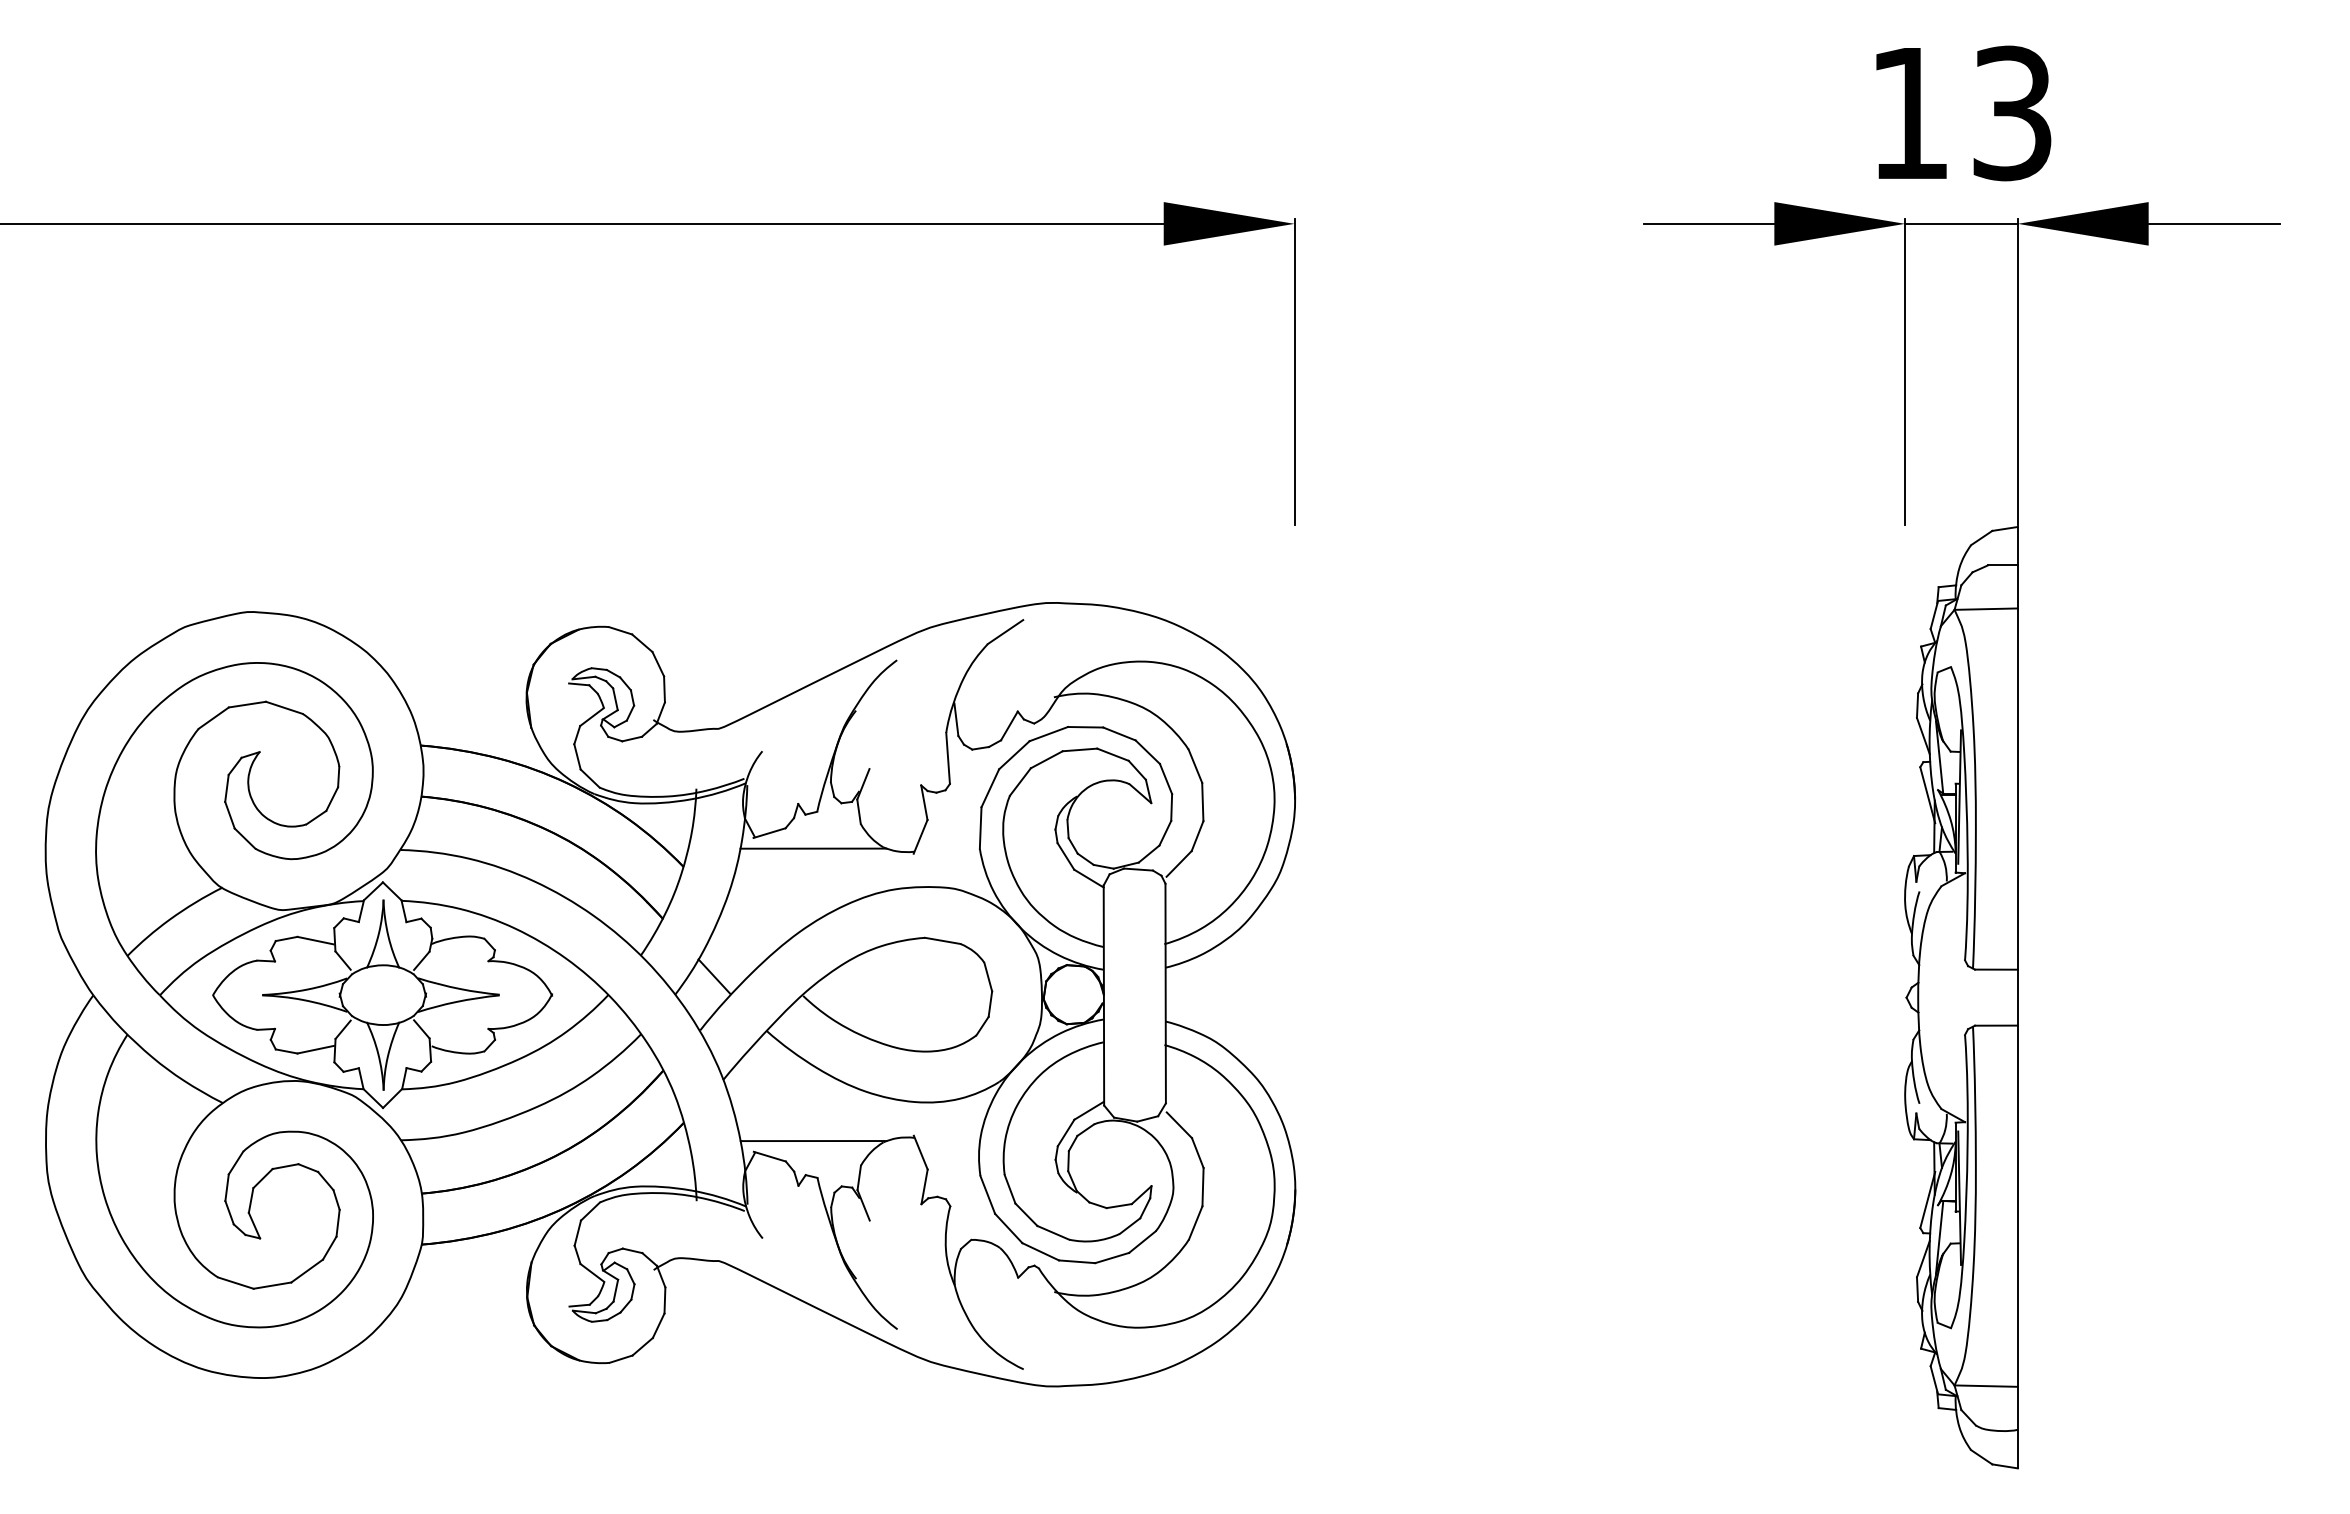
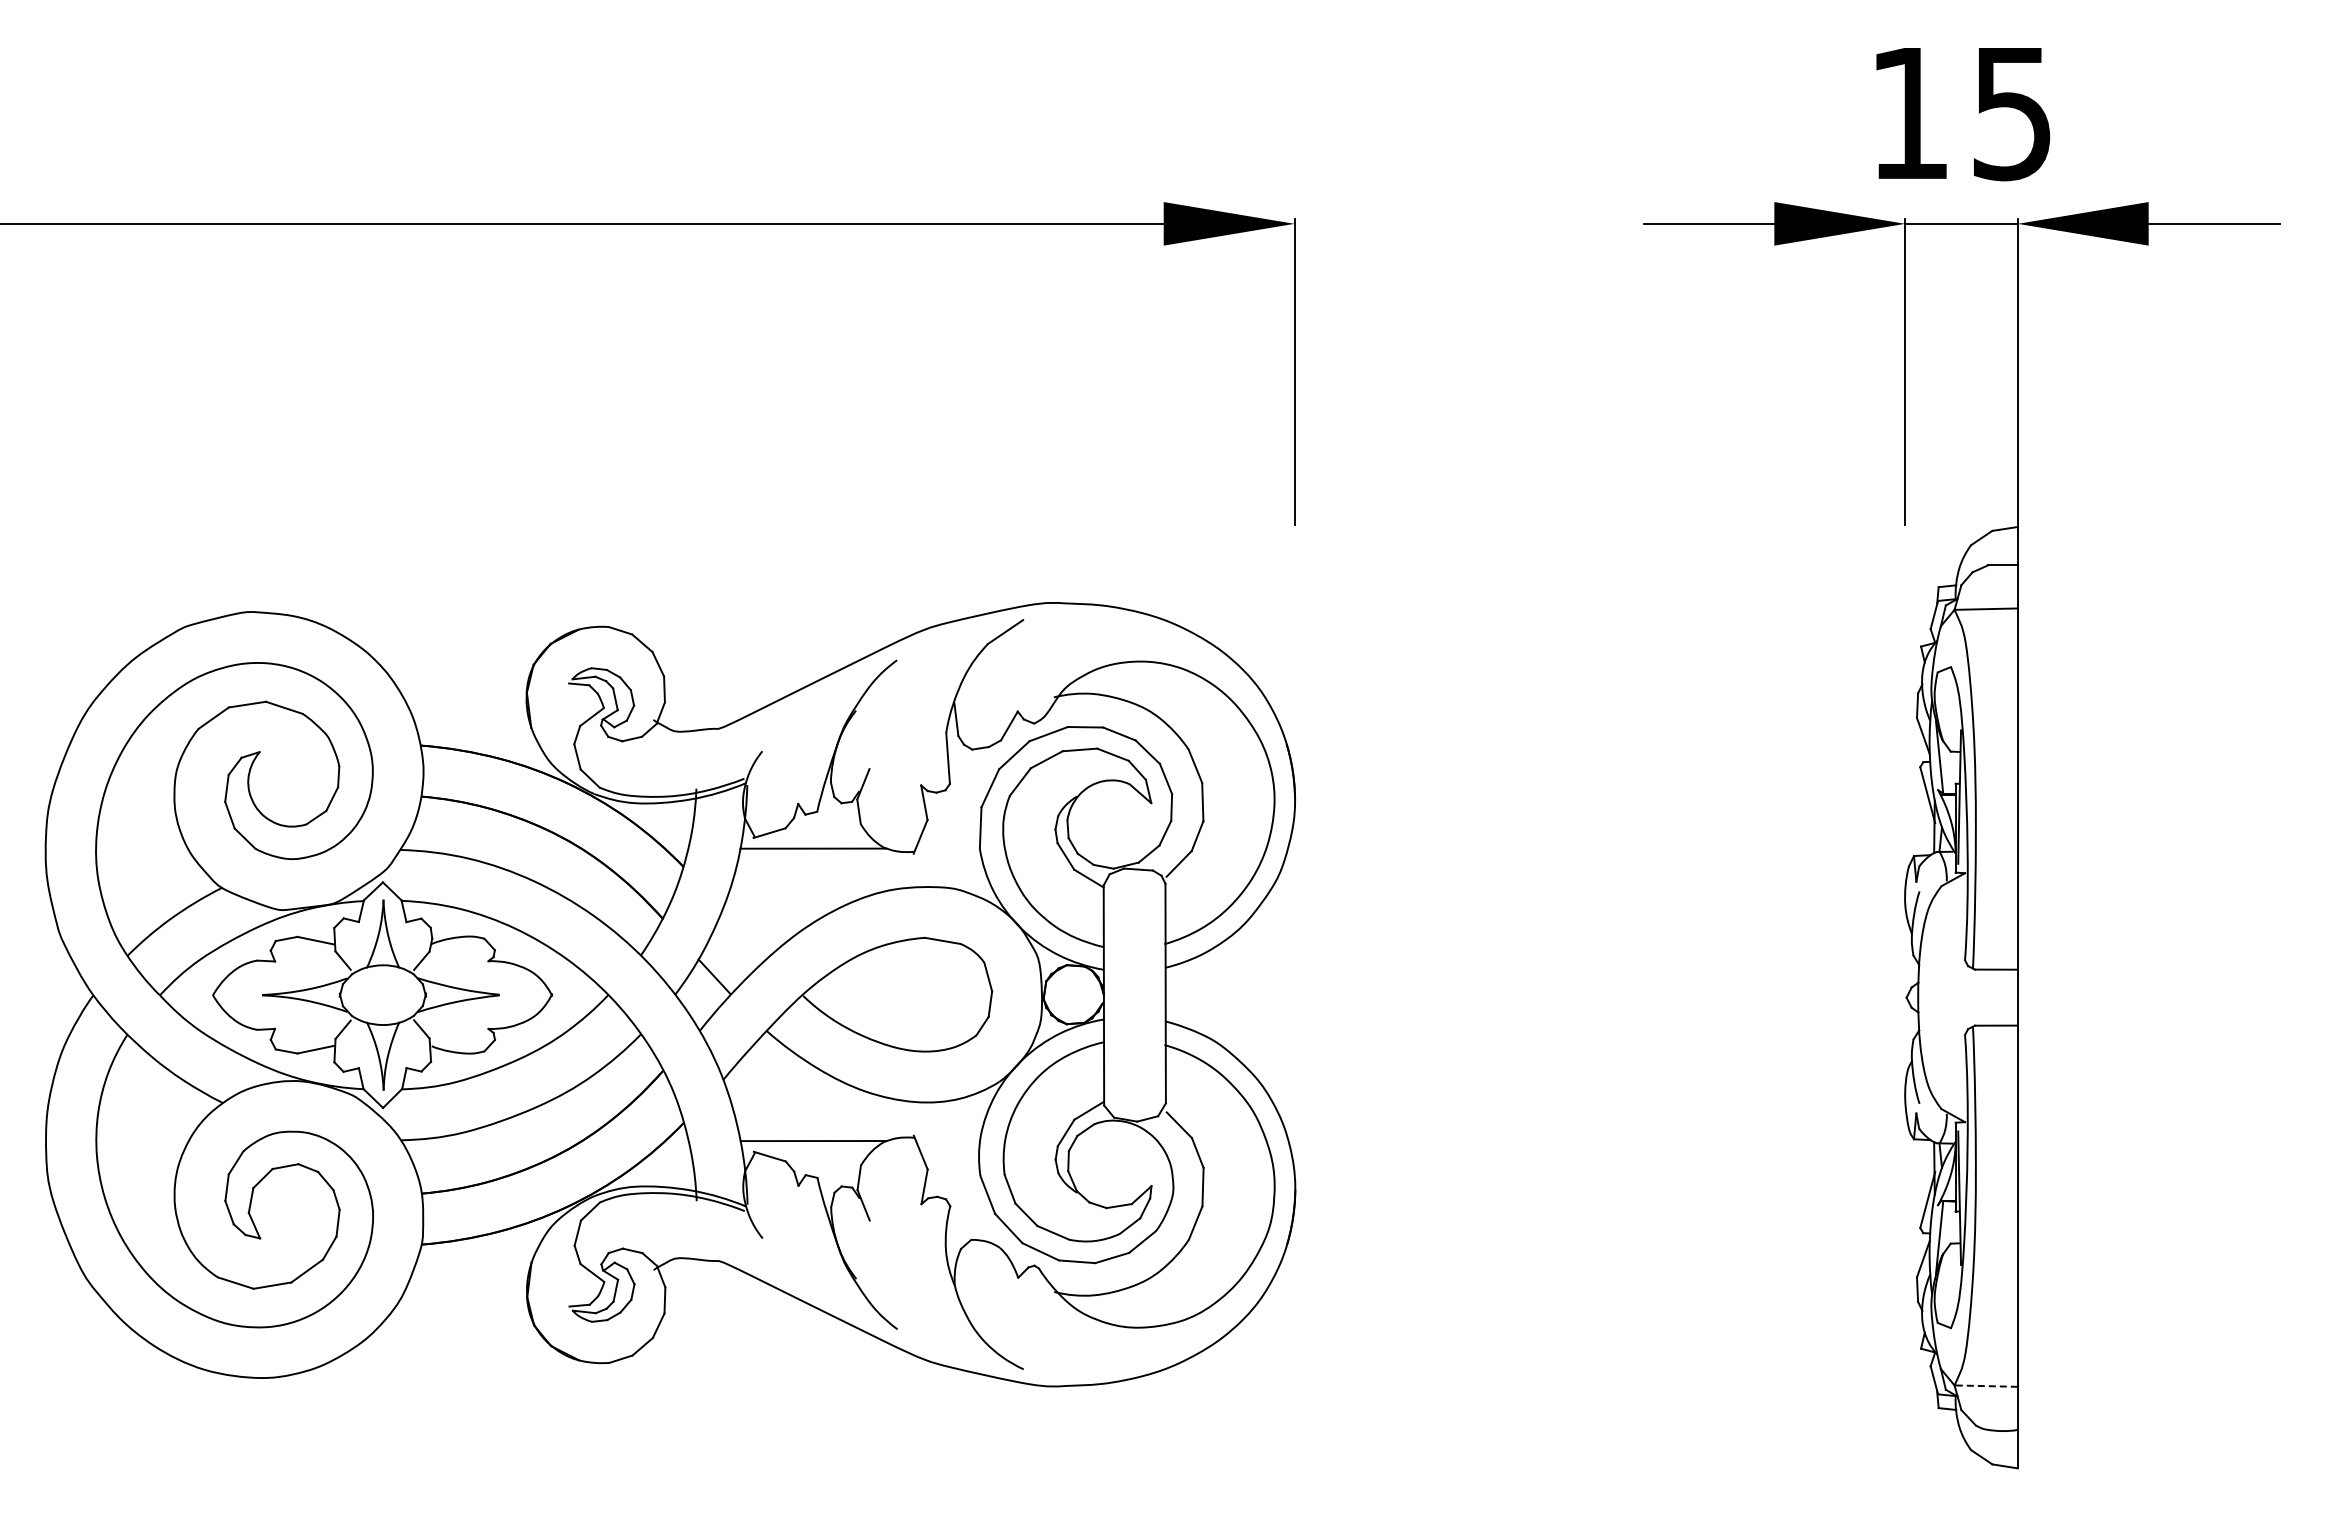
text at (2012, 112): 13 -> 15
line at (1986, 1386): solid -> dashed
